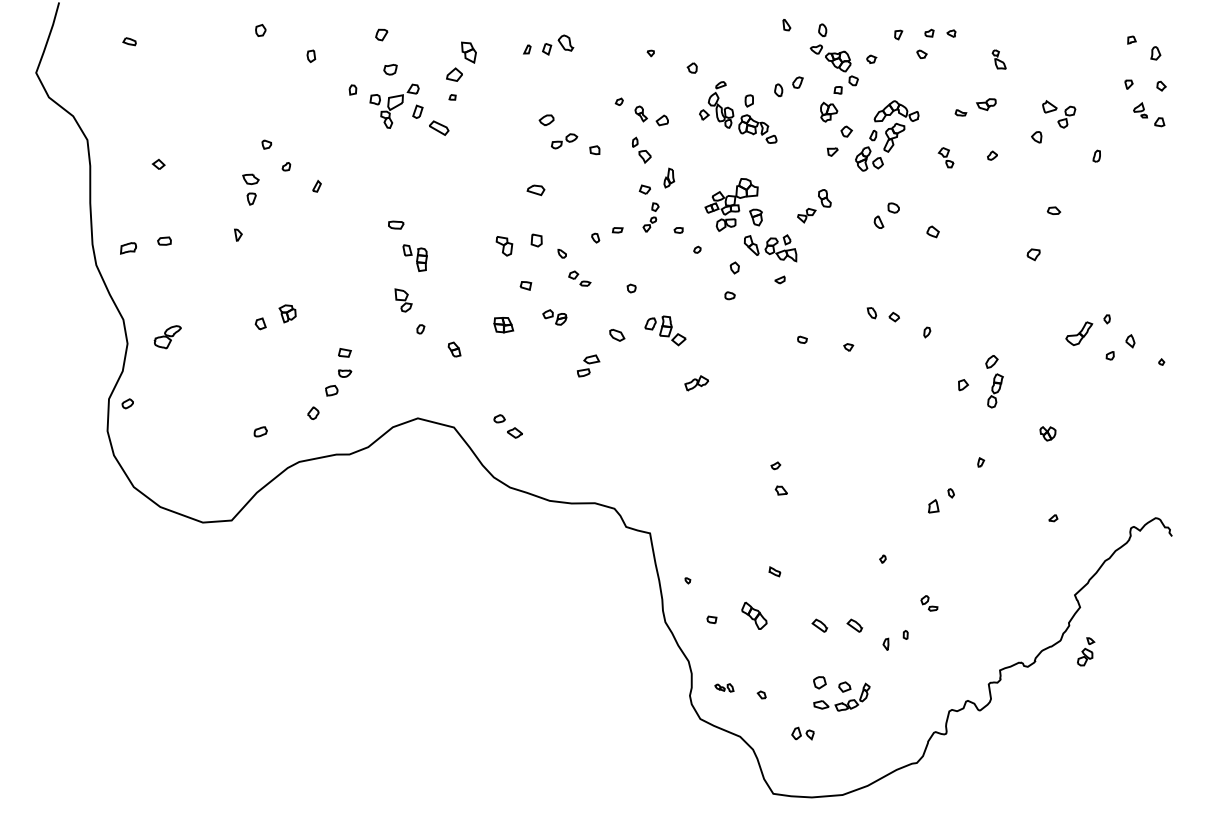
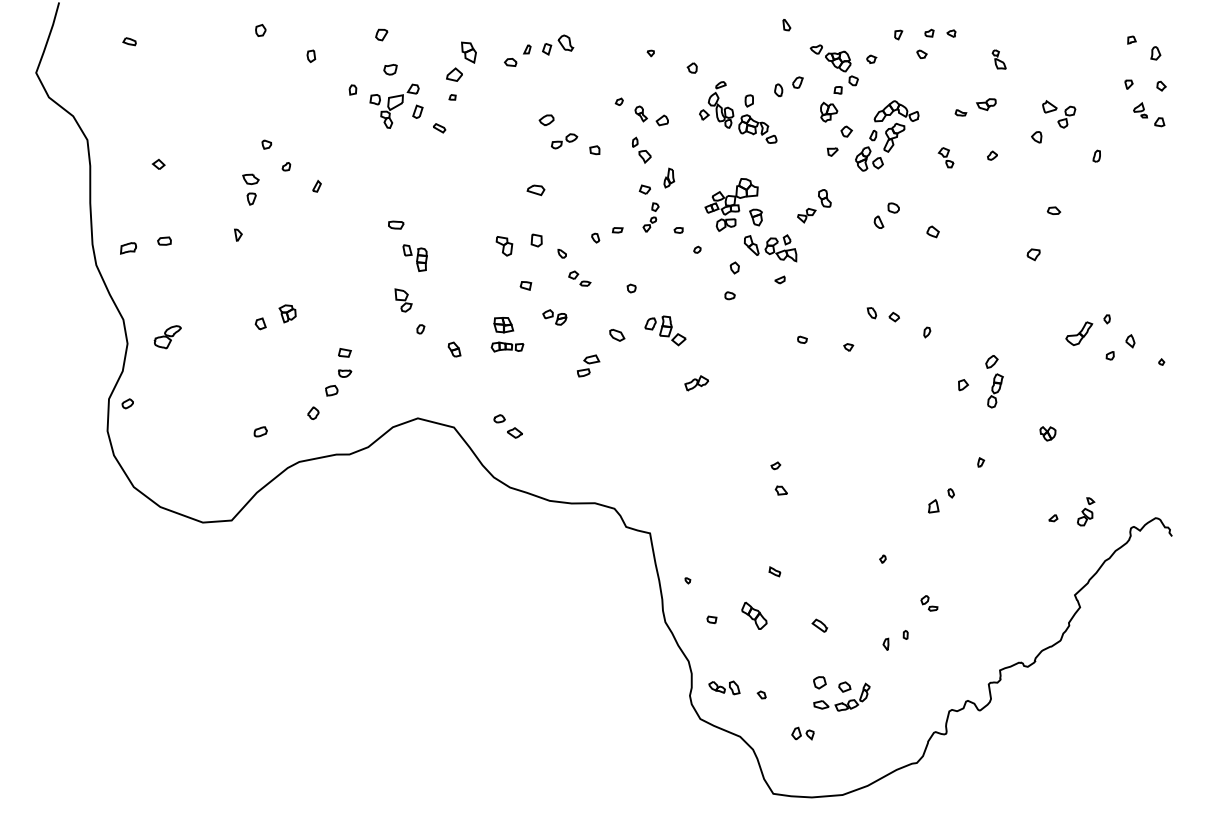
part at (822, 30): present -> none
part at (510, 62): none -> present
part at (439, 127) size: 21x16 px -> 14x11 px
part at (507, 346): none -> present
part at (854, 625): present -> none
part at (1086, 651) position: (1086, 651) -> (1086, 511)
part at (724, 687) size: 21x10 px -> 33x16 px
